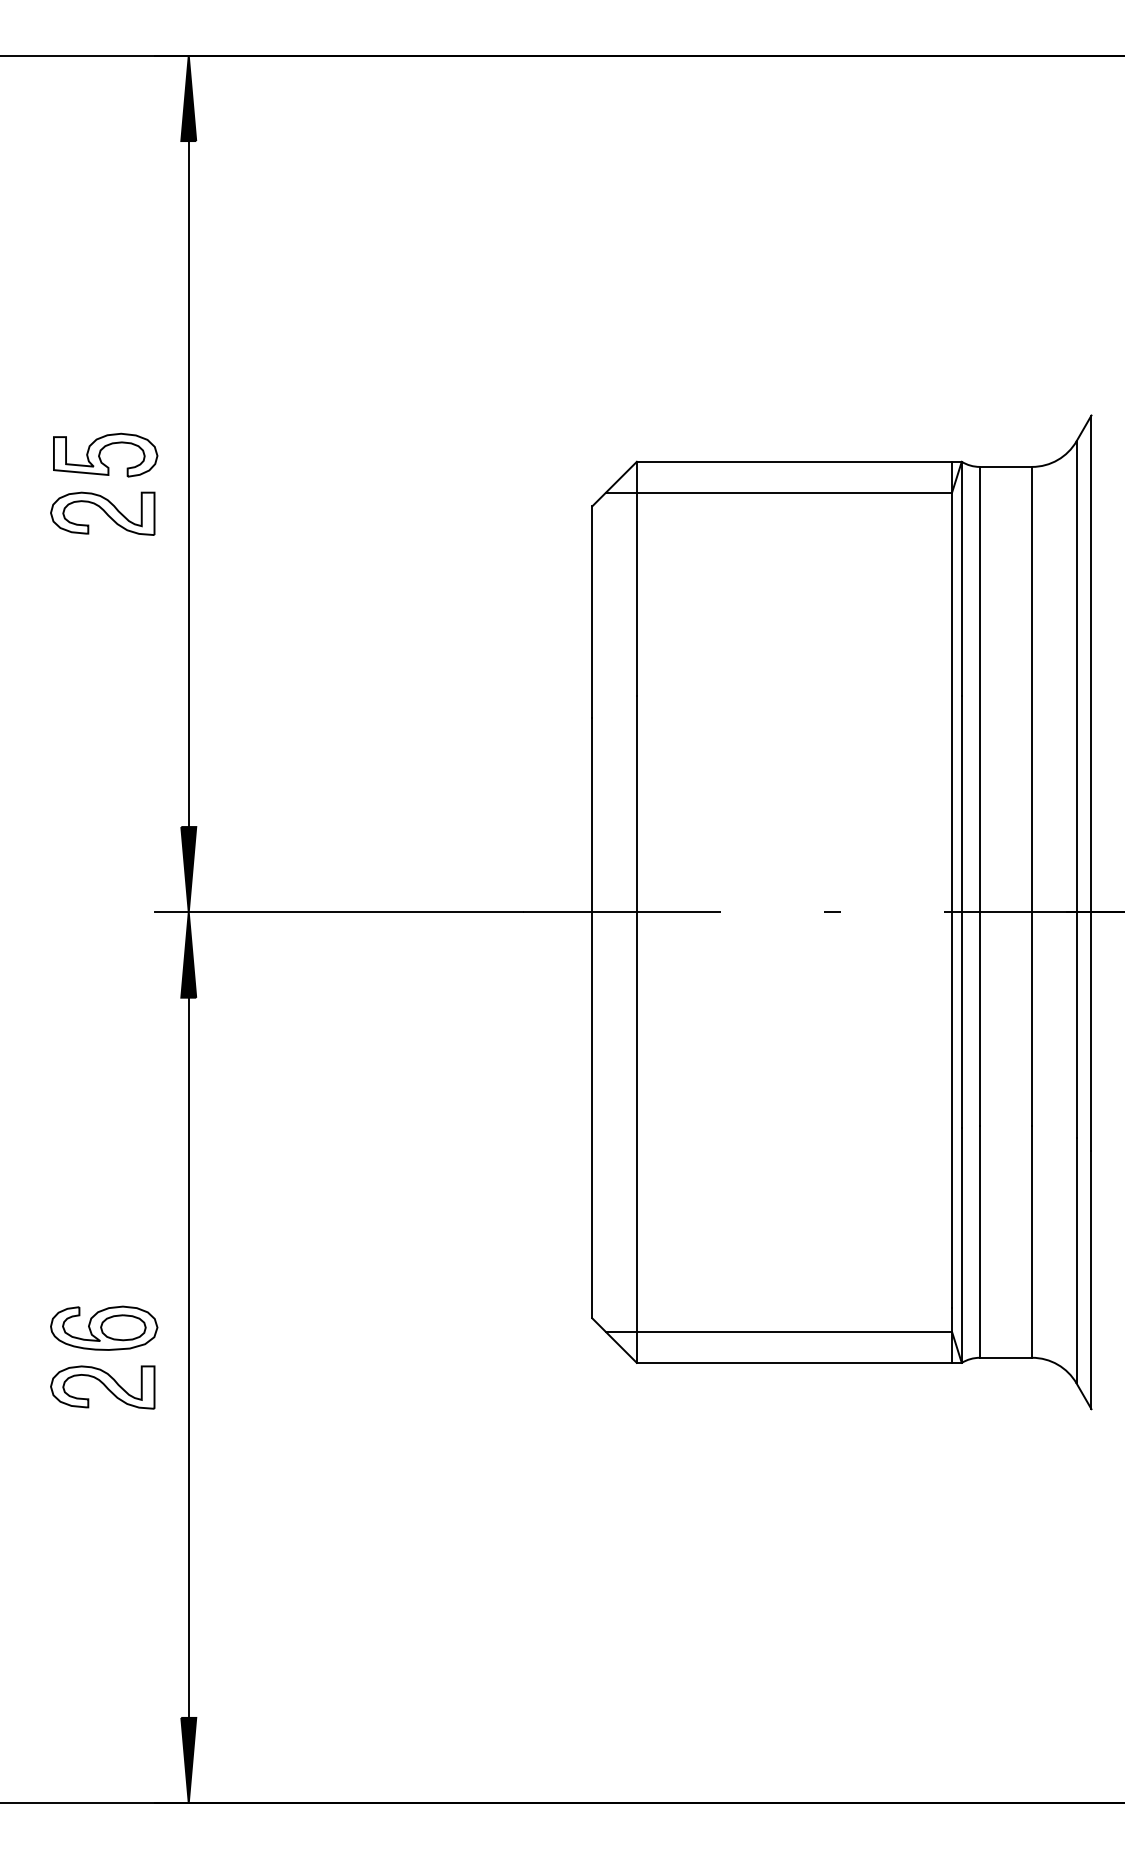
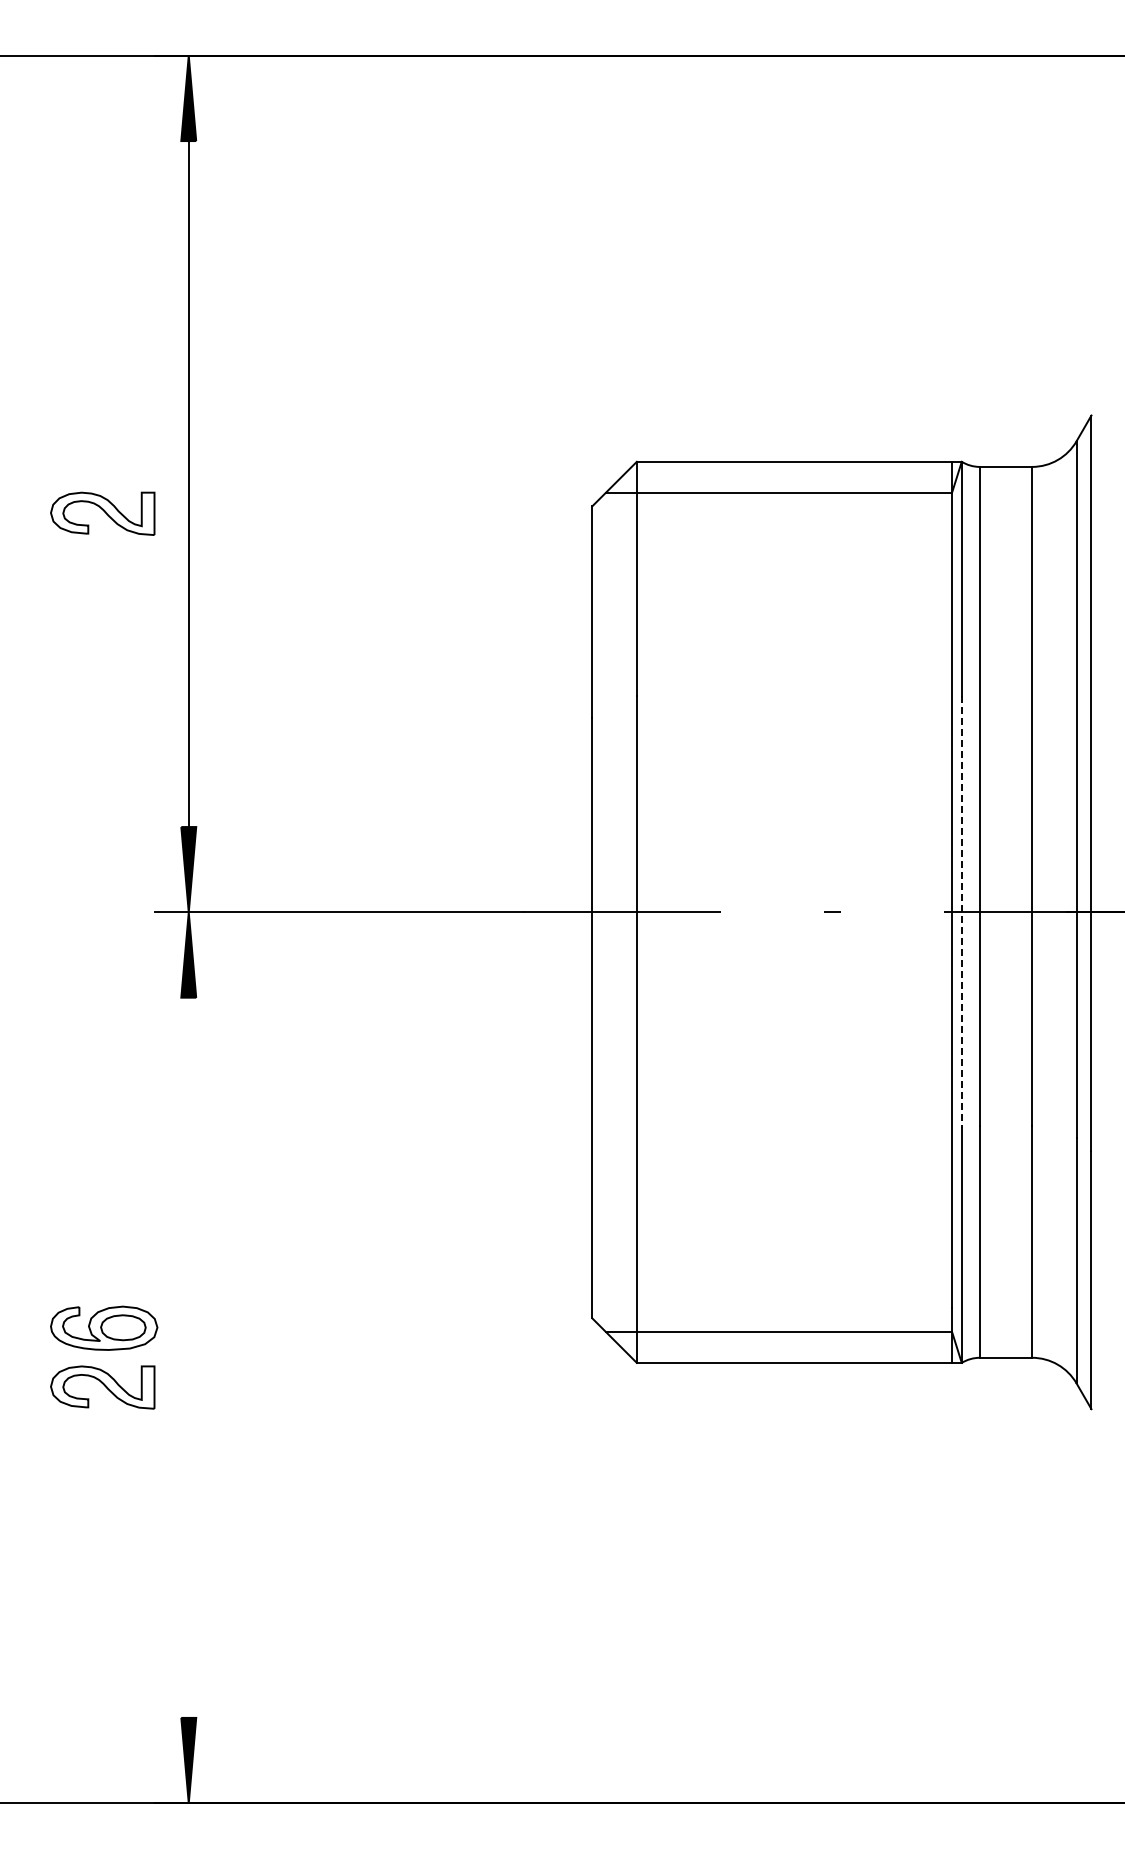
part at (105, 454): present -> none
line at (961, 912): solid -> dashed
line at (188, 1357): present -> none
